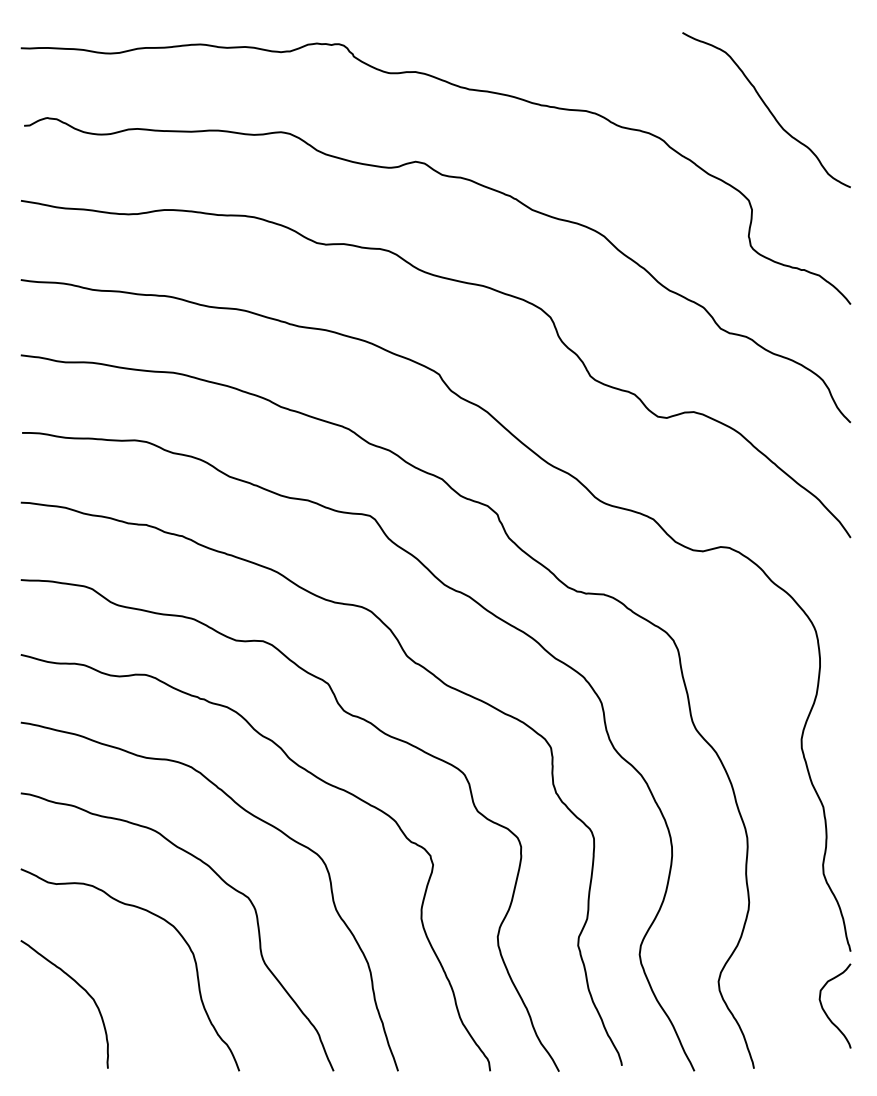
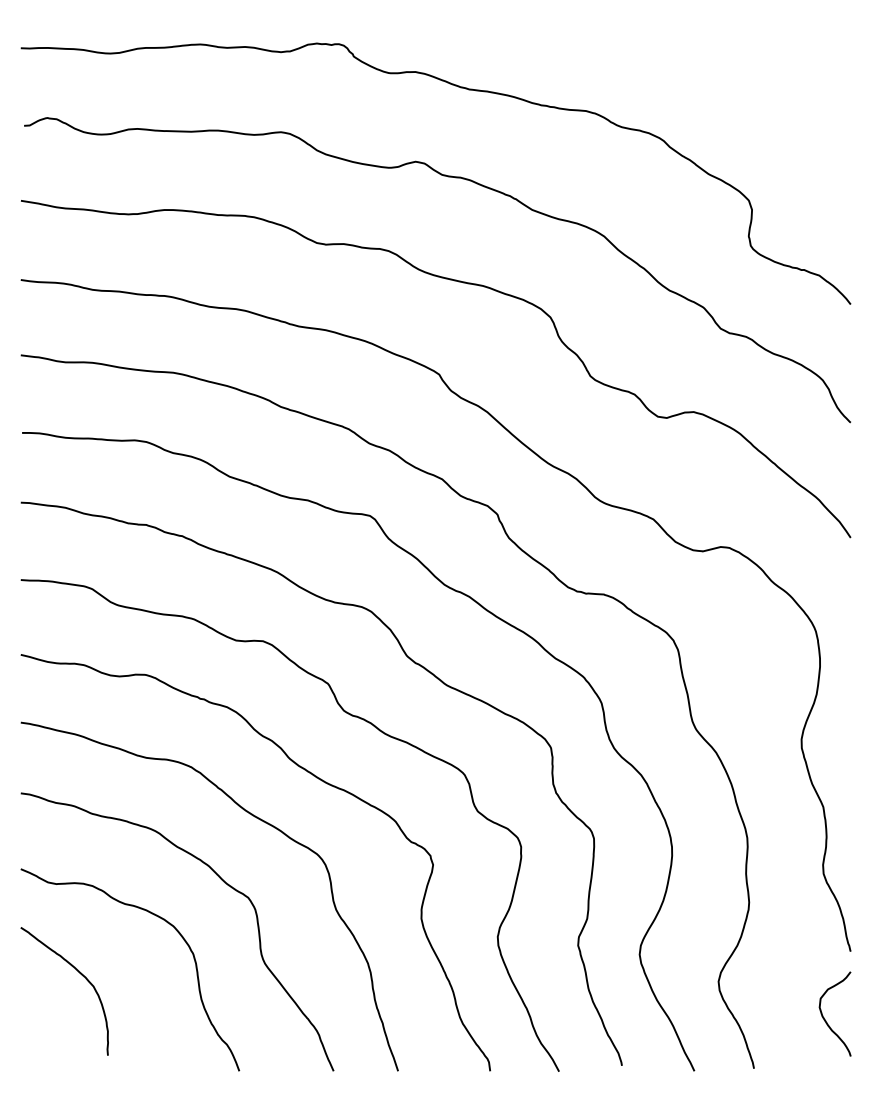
curve at (767, 109): present -> none
curve at (80, 987) position: (80, 987) -> (80, 974)
curve at (826, 1012) position: (826, 1012) -> (826, 1020)
